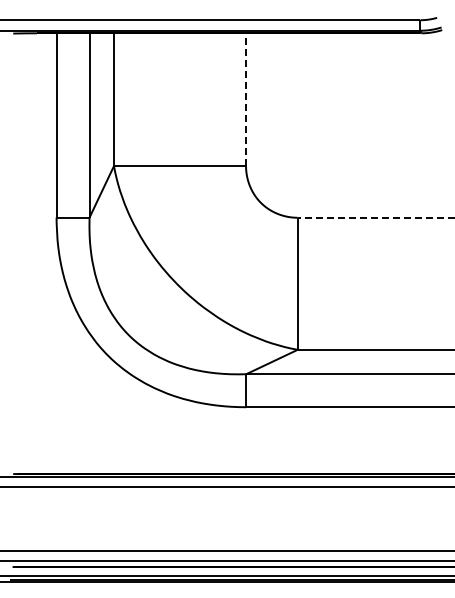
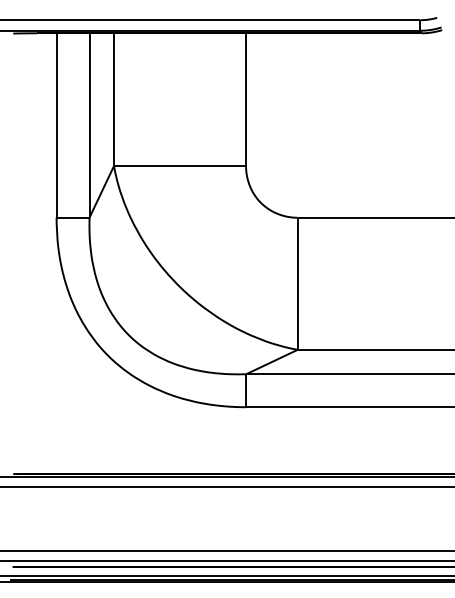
line at (246, 99): dashed -> solid
line at (375, 217): dashed -> solid
